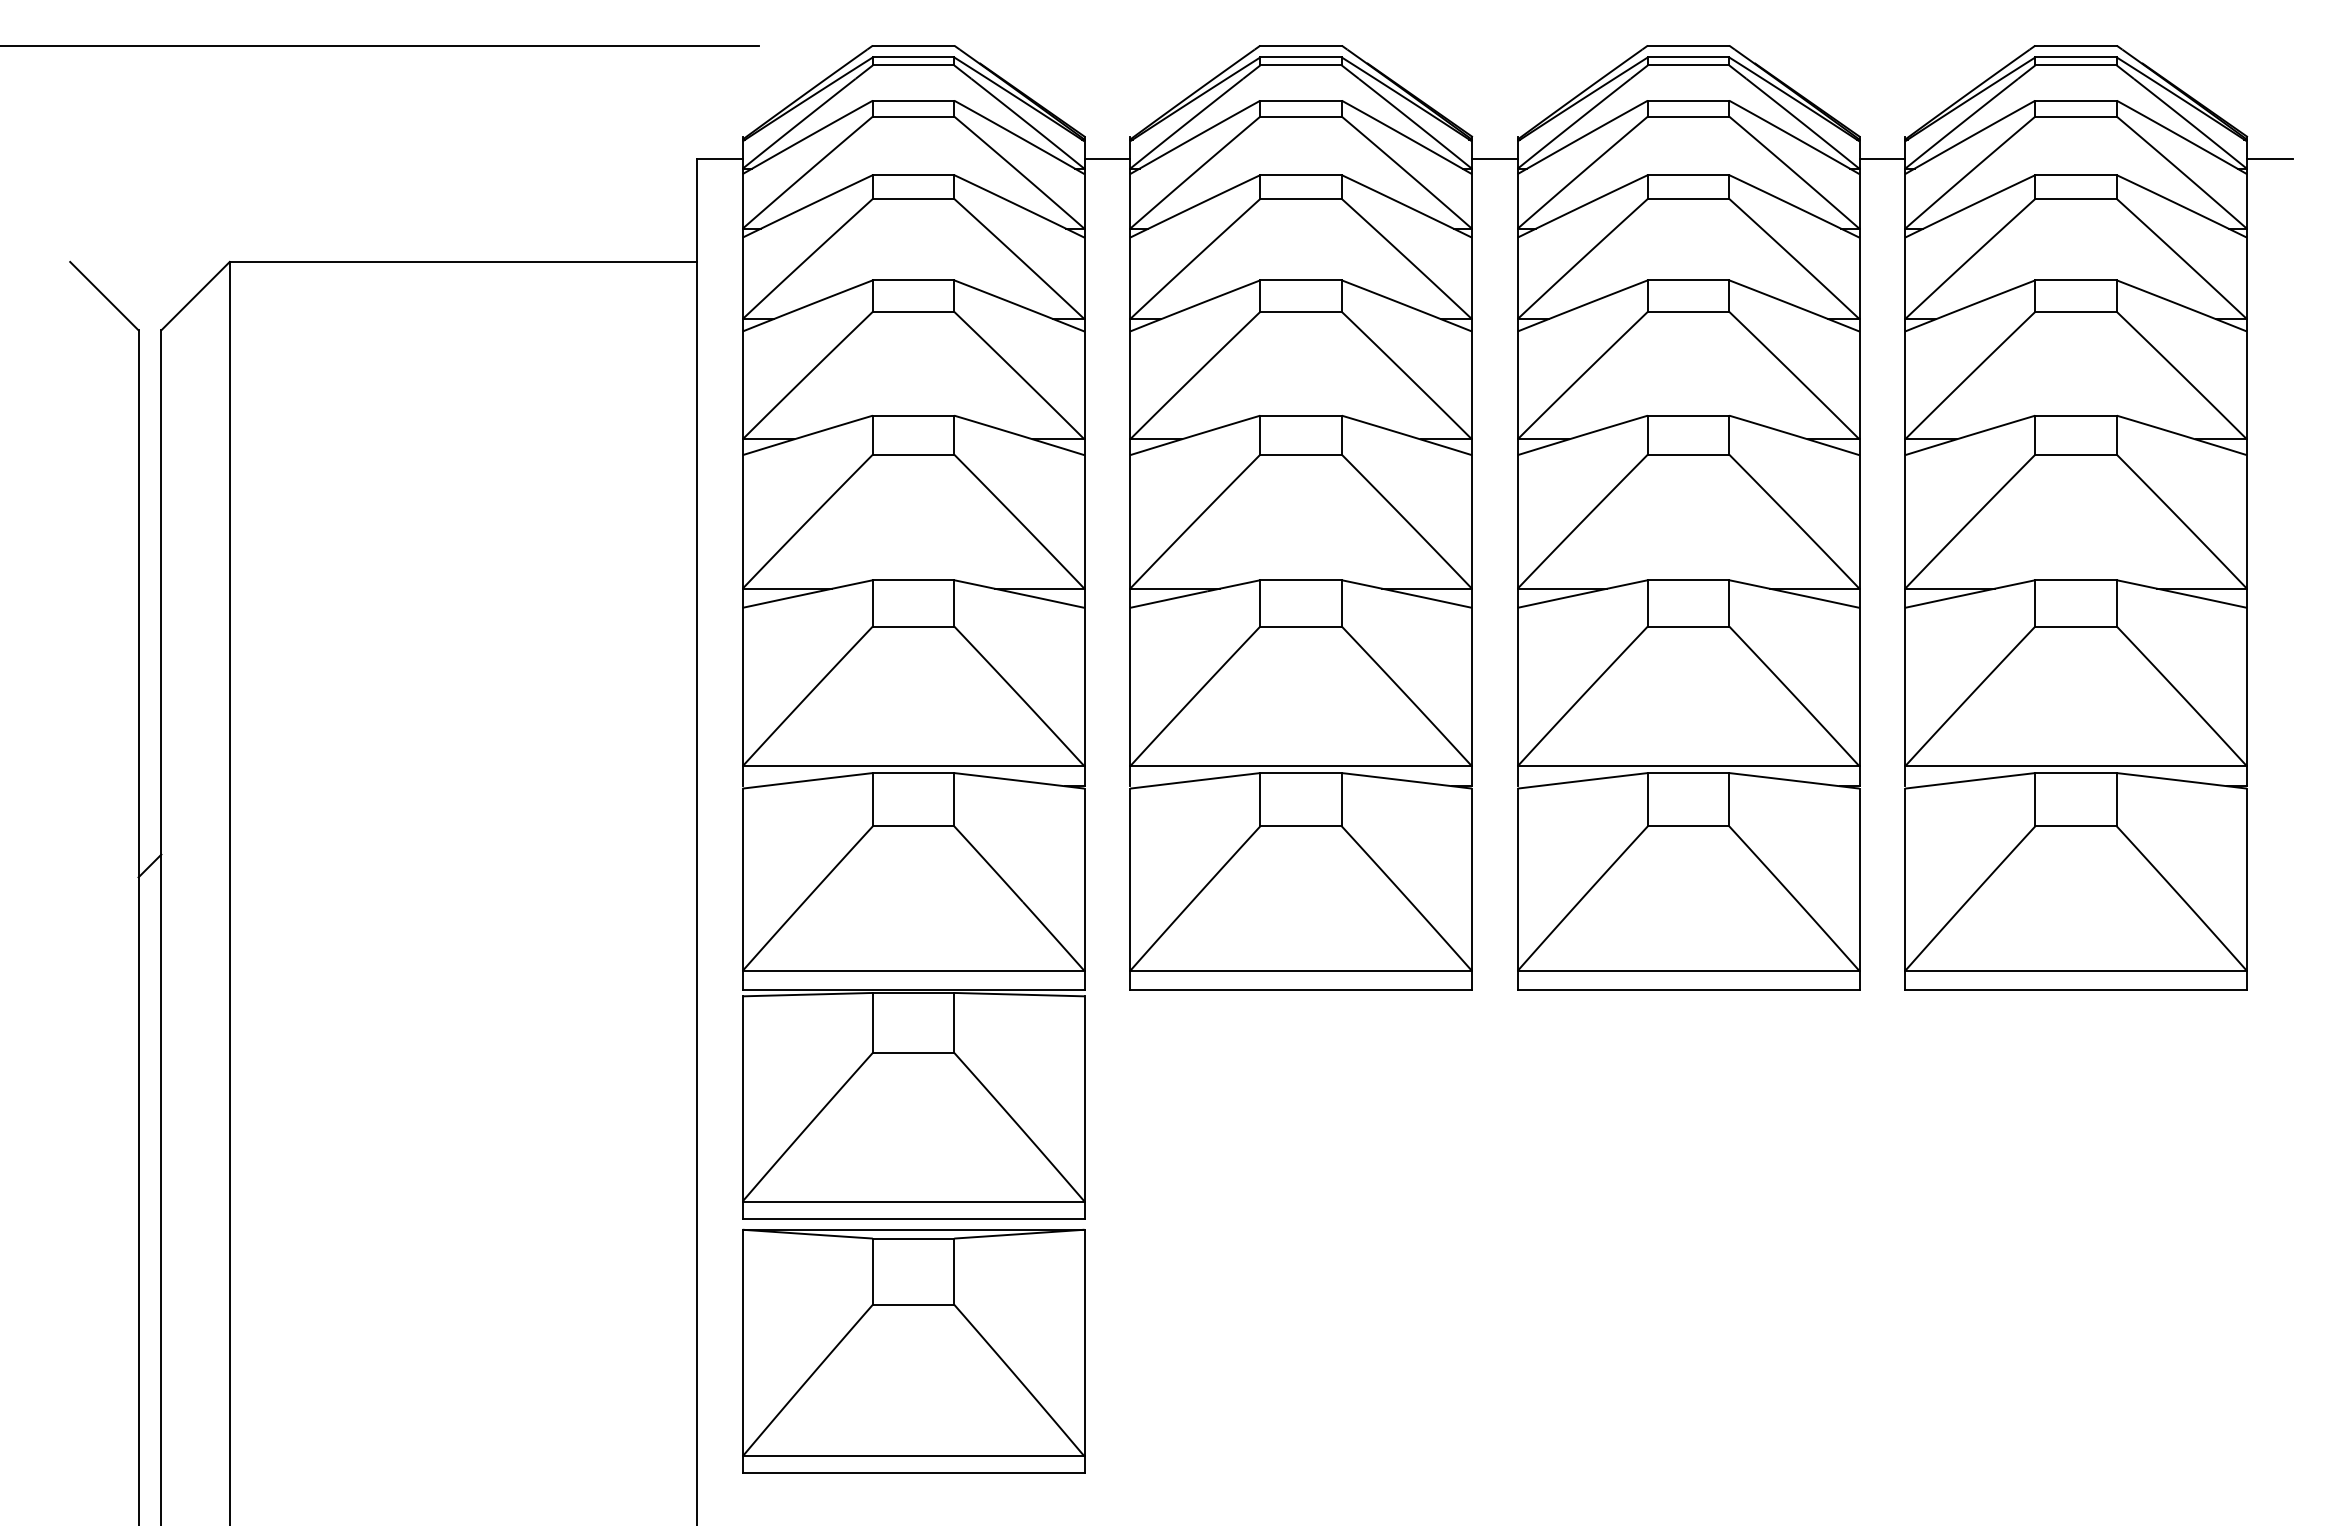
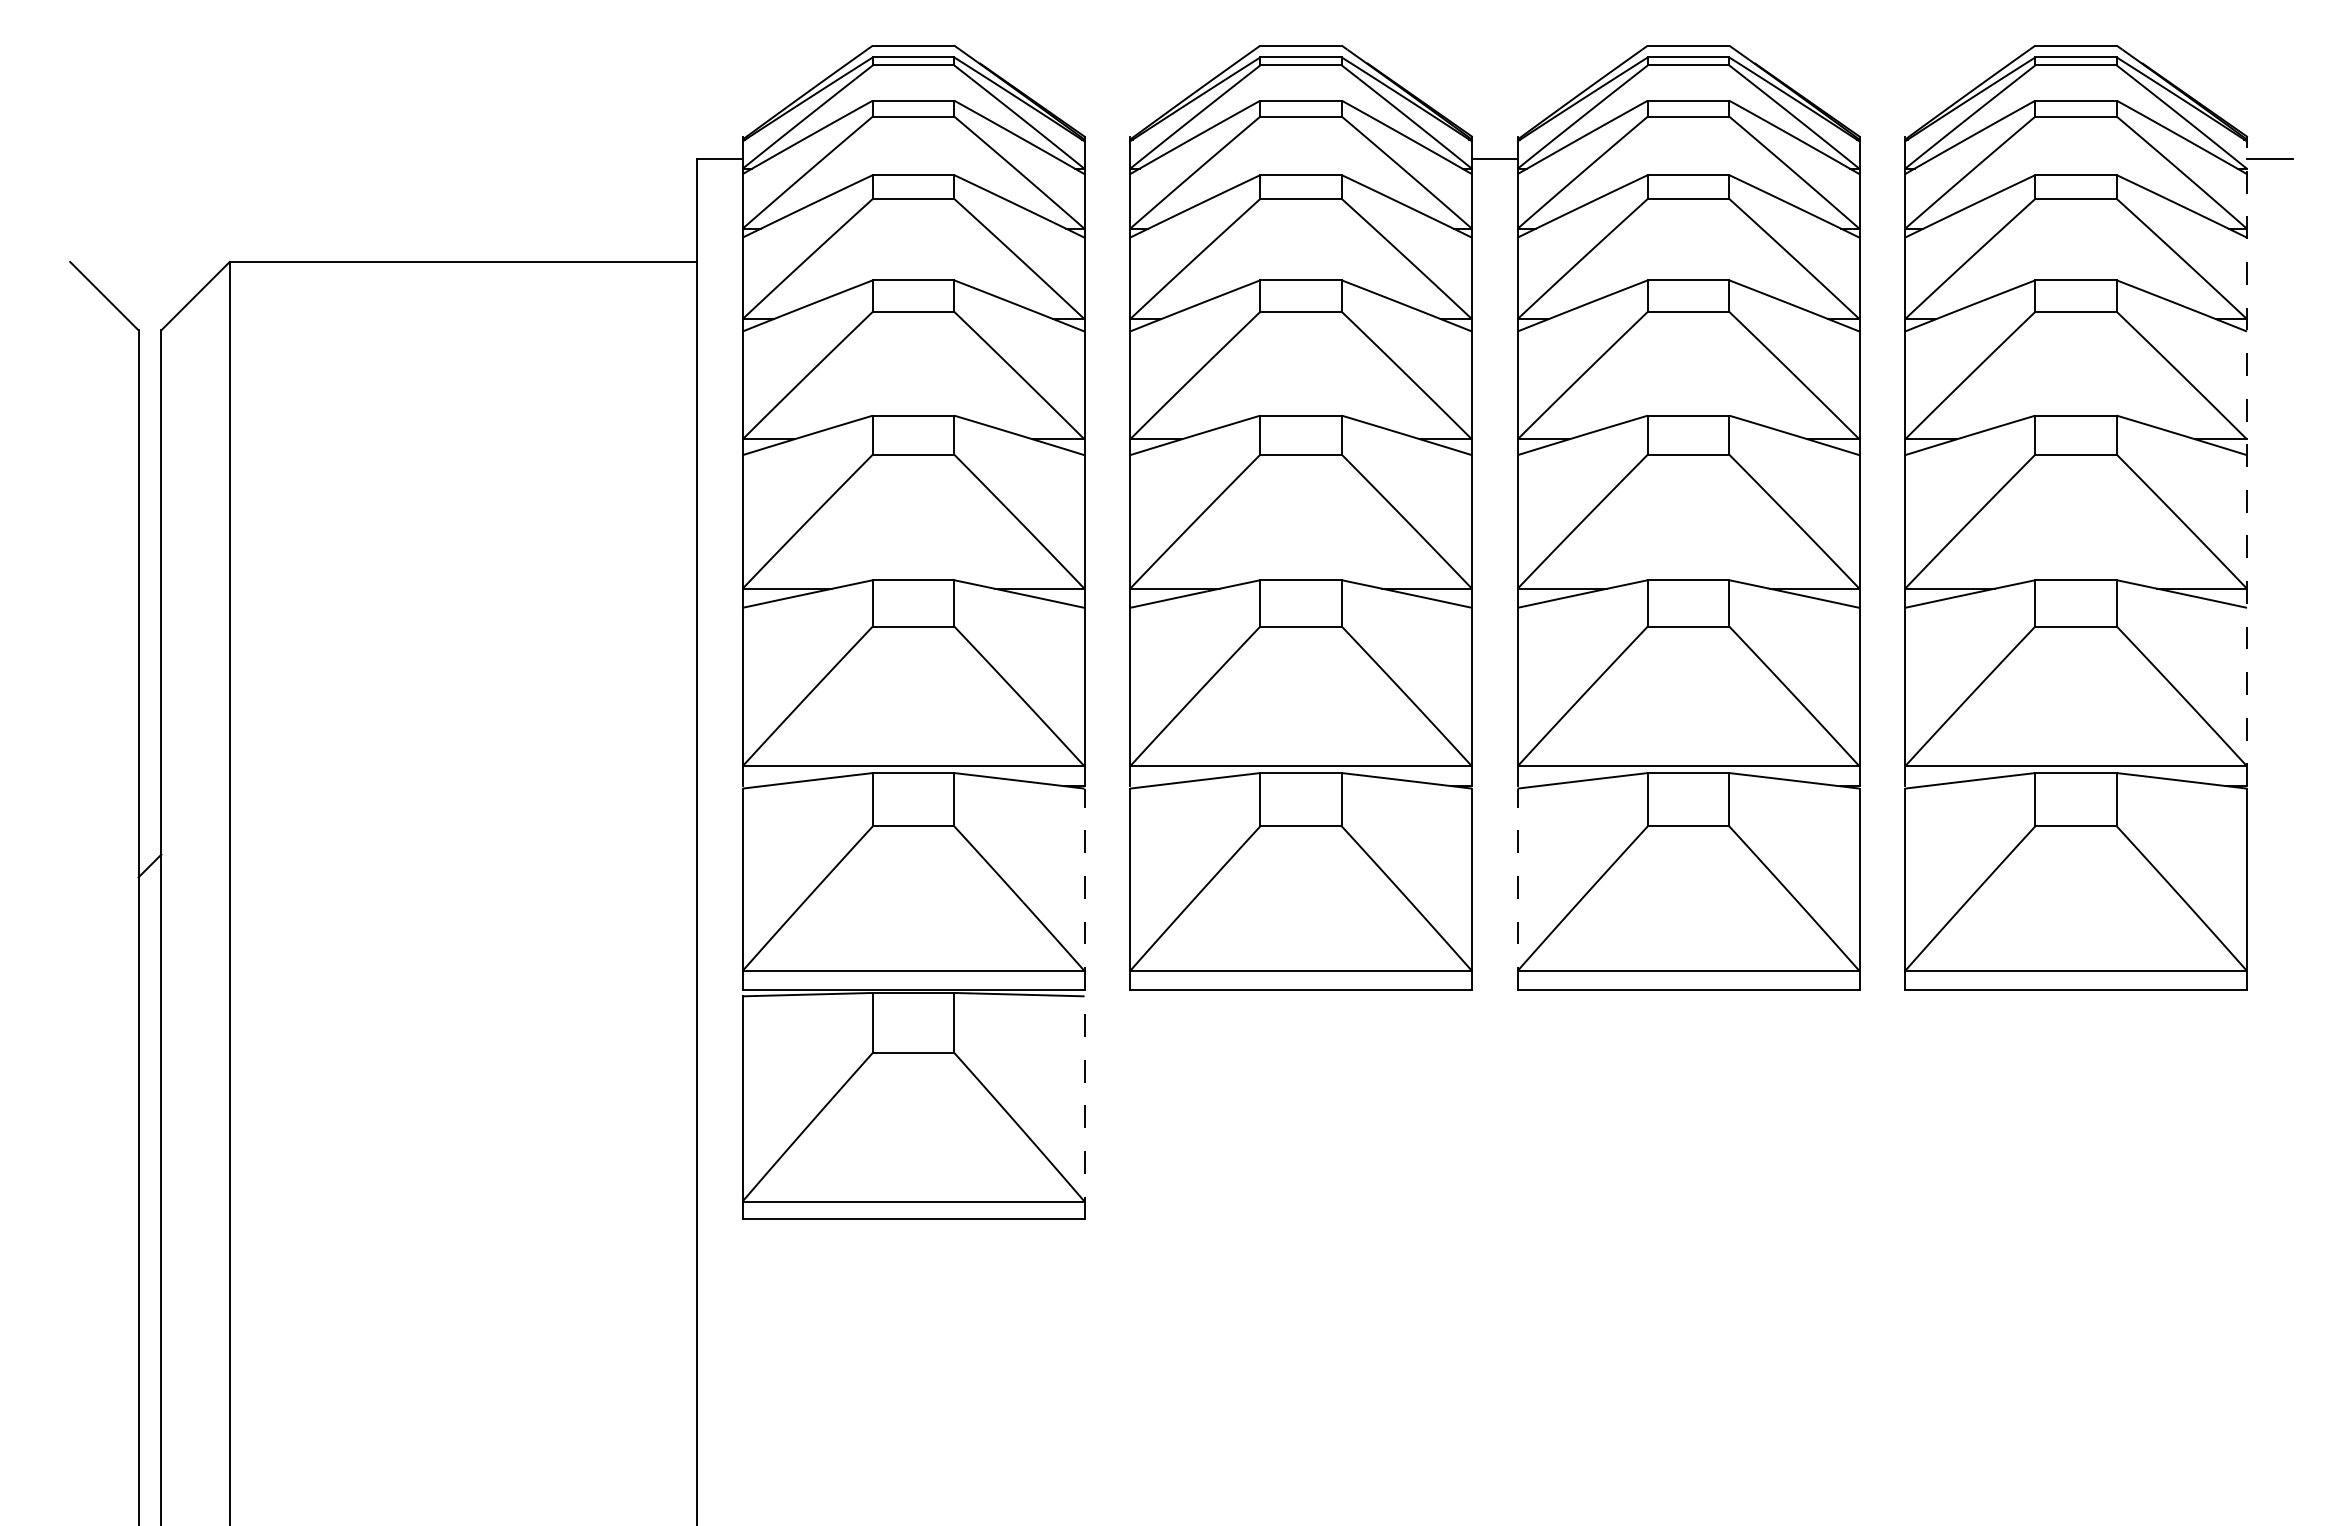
line at (380, 45): present -> none
line at (1107, 159): present -> none
line at (1882, 159): present -> none
line at (2247, 461): solid -> dashed
line at (1084, 889): solid -> dashed
line at (1517, 889): solid -> dashed
line at (1084, 1107): solid -> dashed
part at (913, 1350): present -> none
